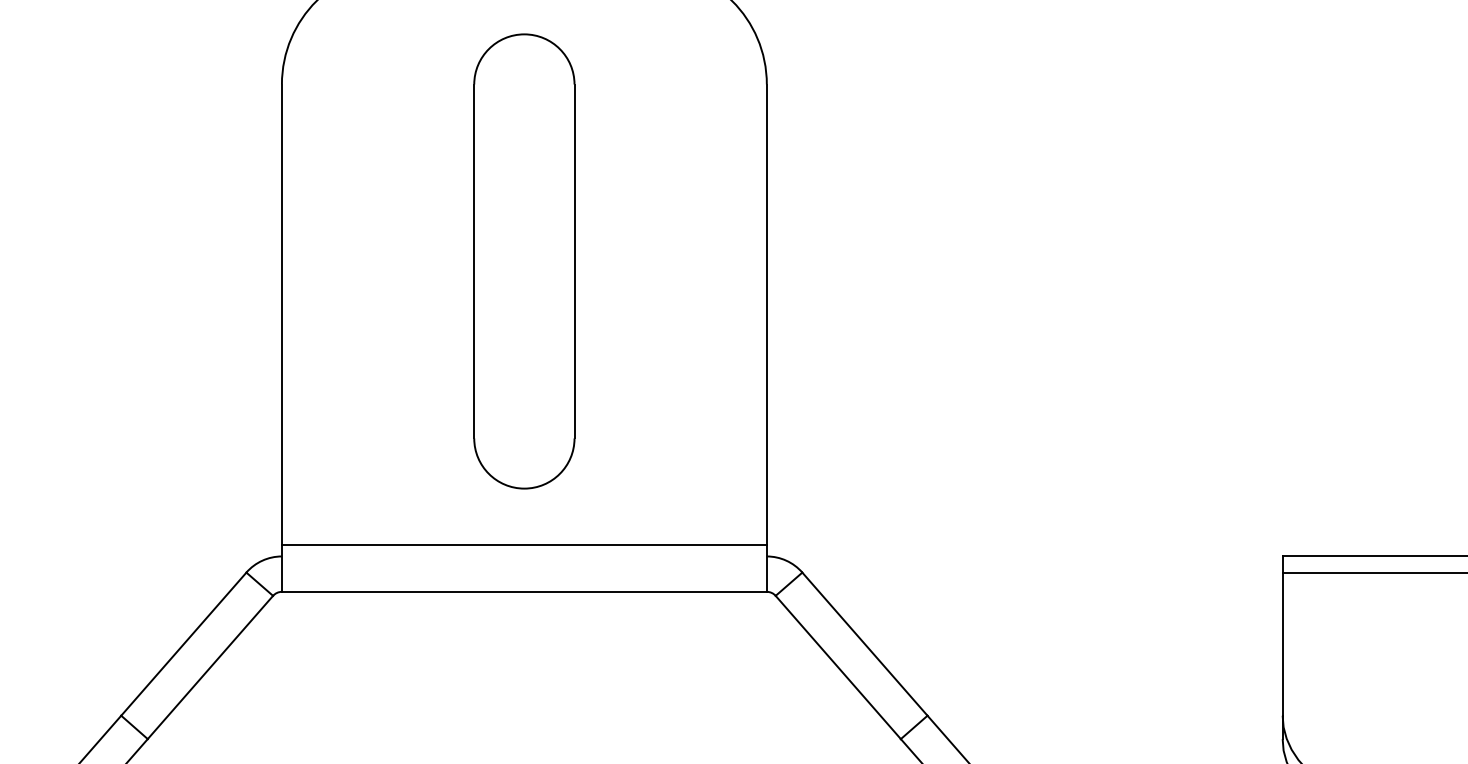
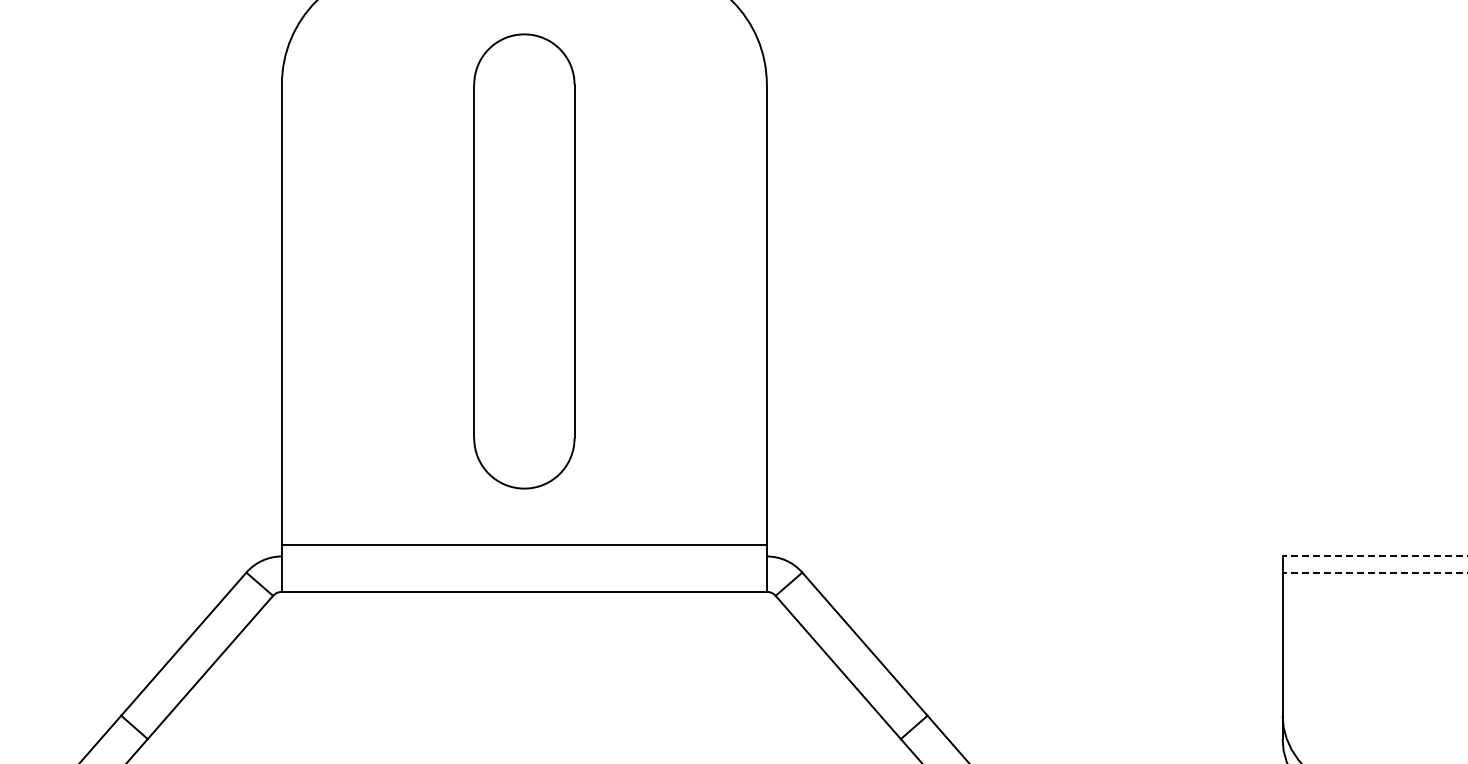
line at (1374, 556): solid -> dashed
line at (1374, 572): solid -> dashed
